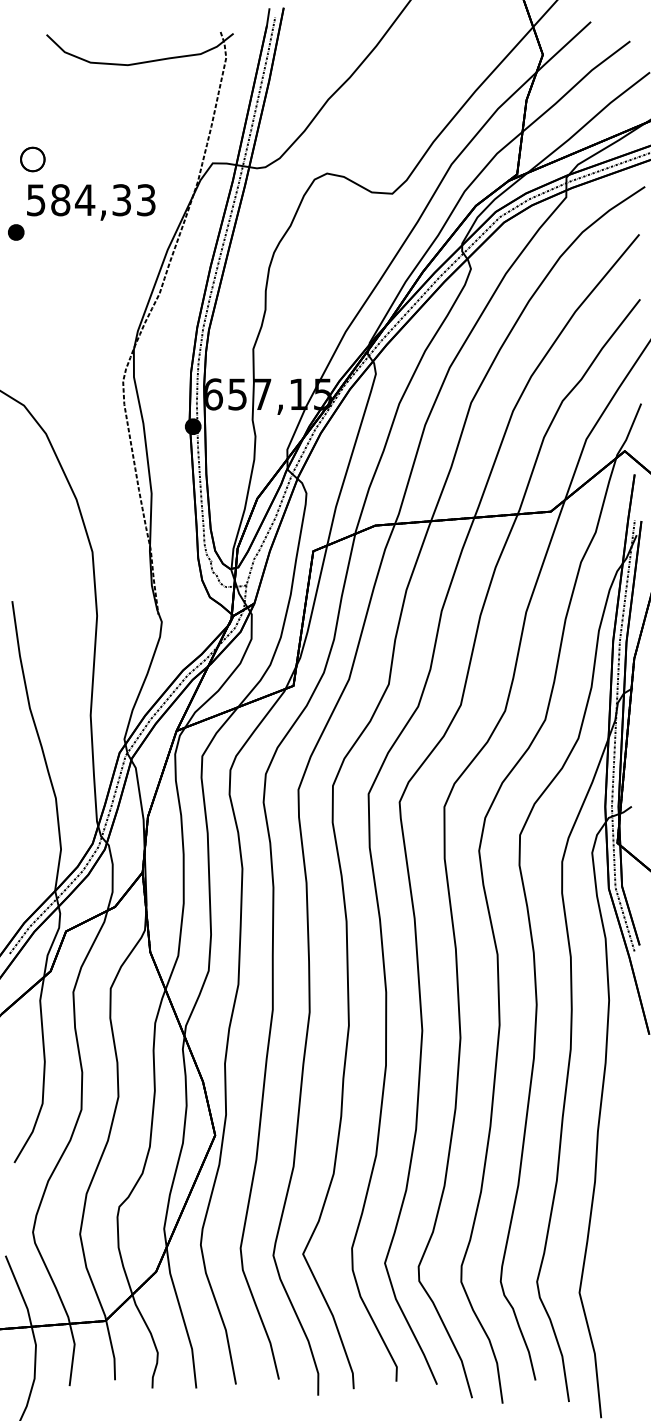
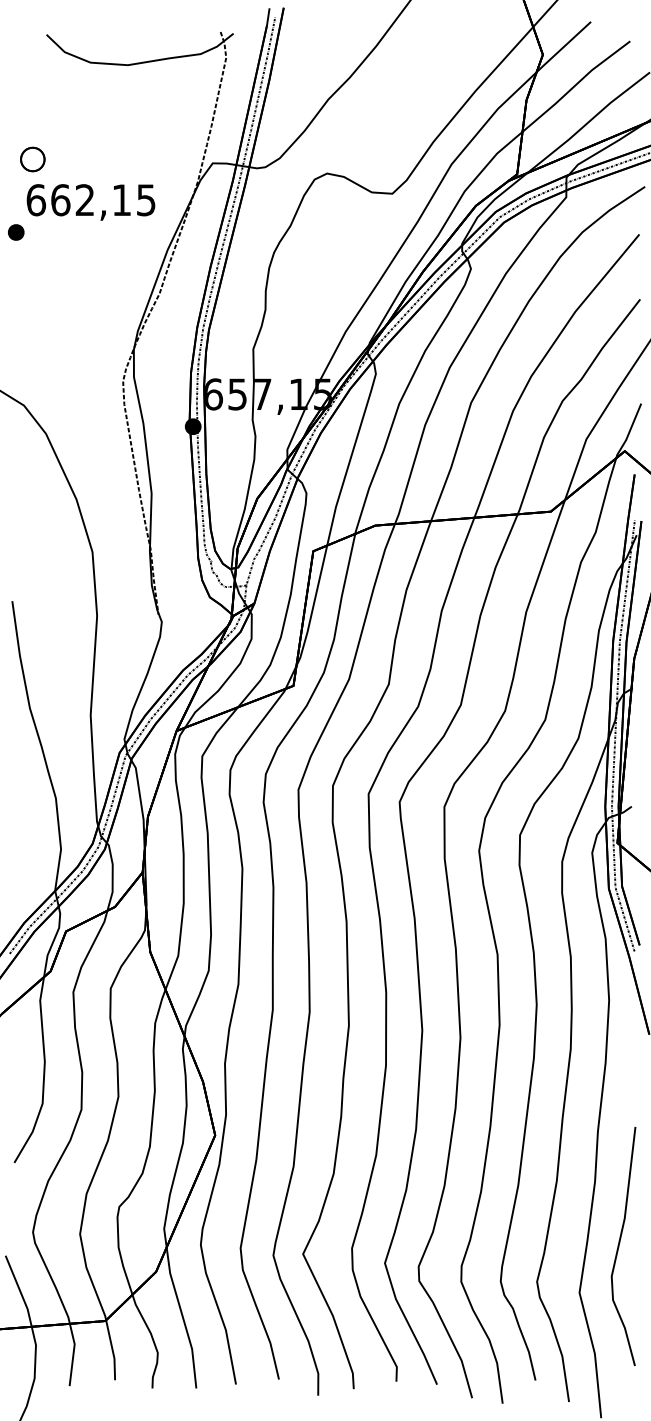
text at (90, 200): 584,33 -> 662,15
part at (623, 1246): none -> present
